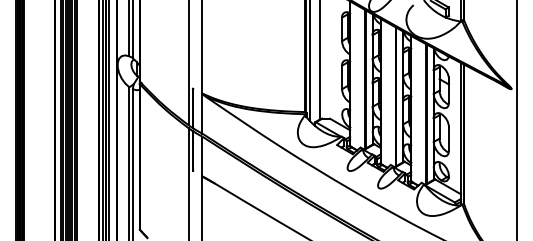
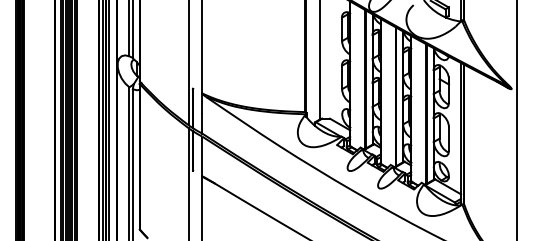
line at (309, 61): present -> none
